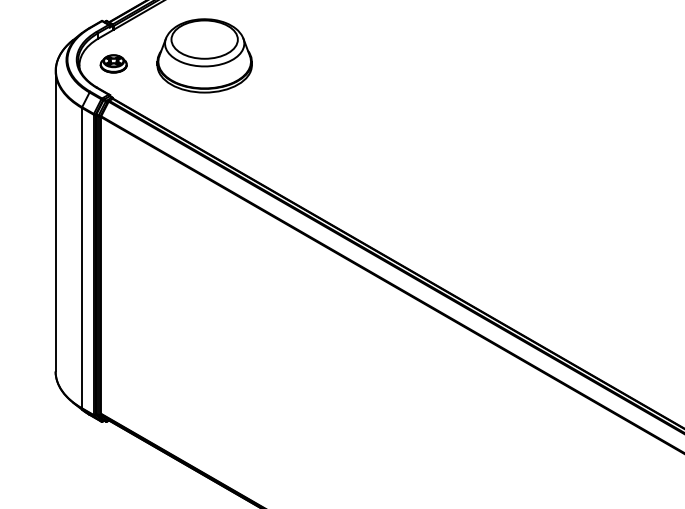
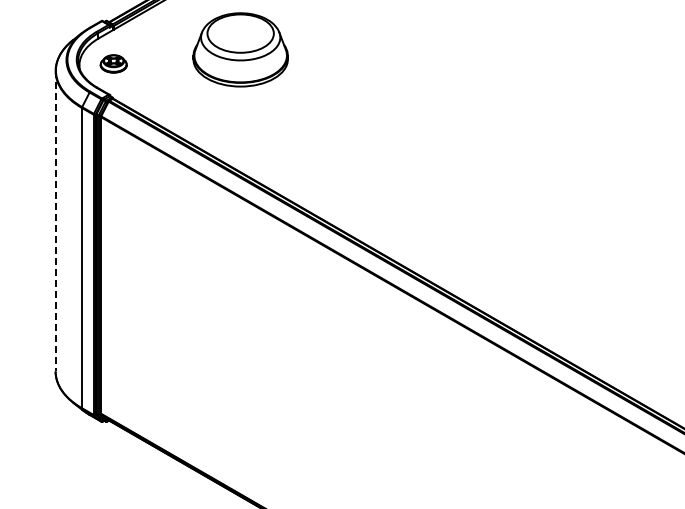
part at (204, 55) position: (204, 55) -> (240, 49)
line at (55, 221): solid -> dashed
